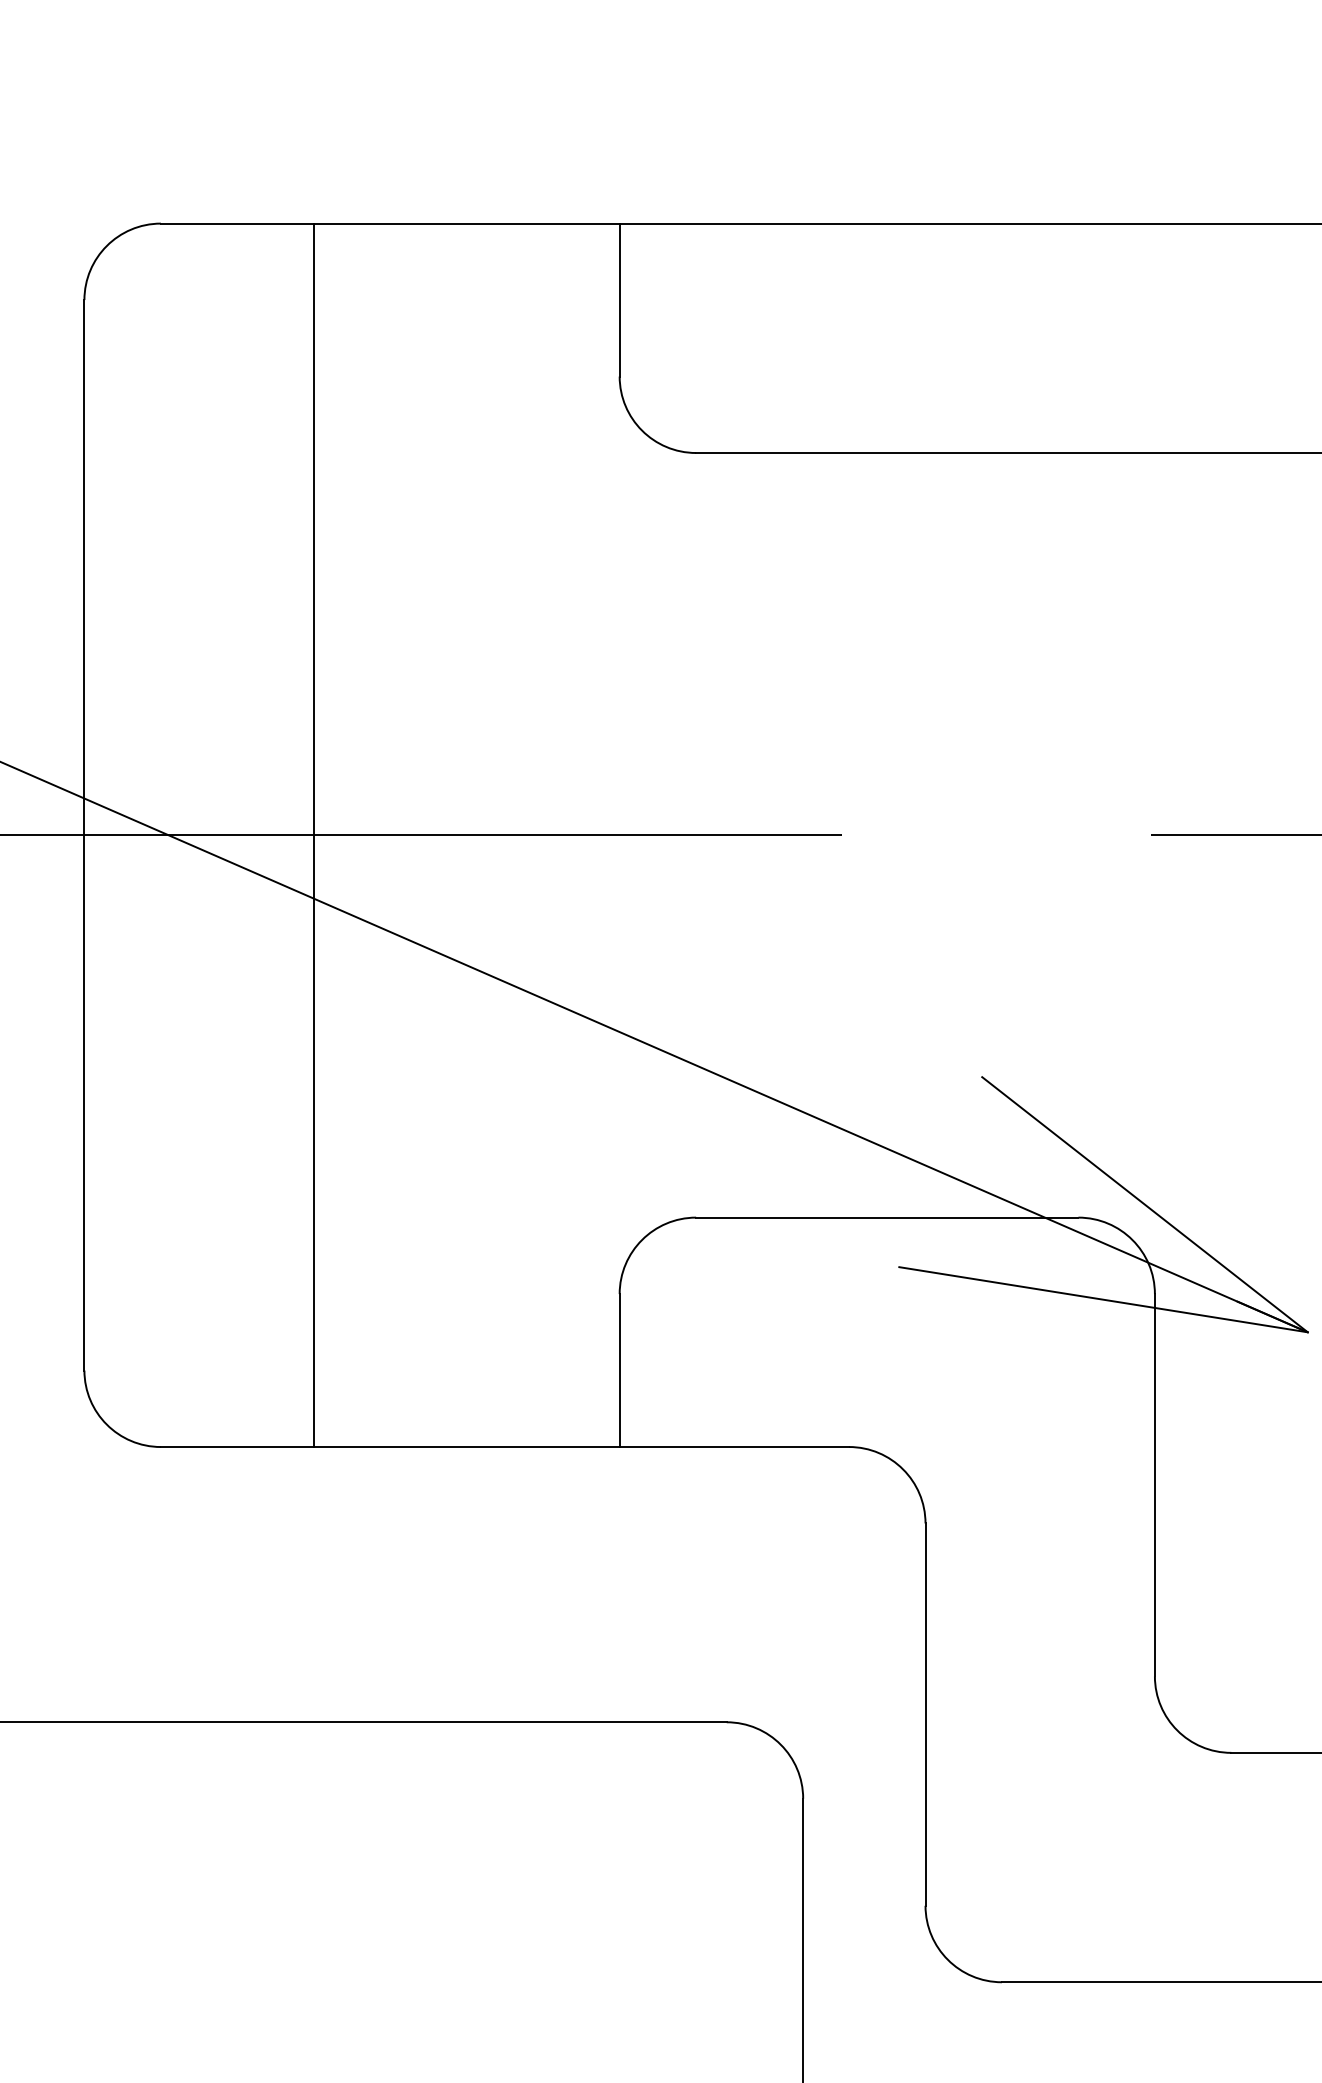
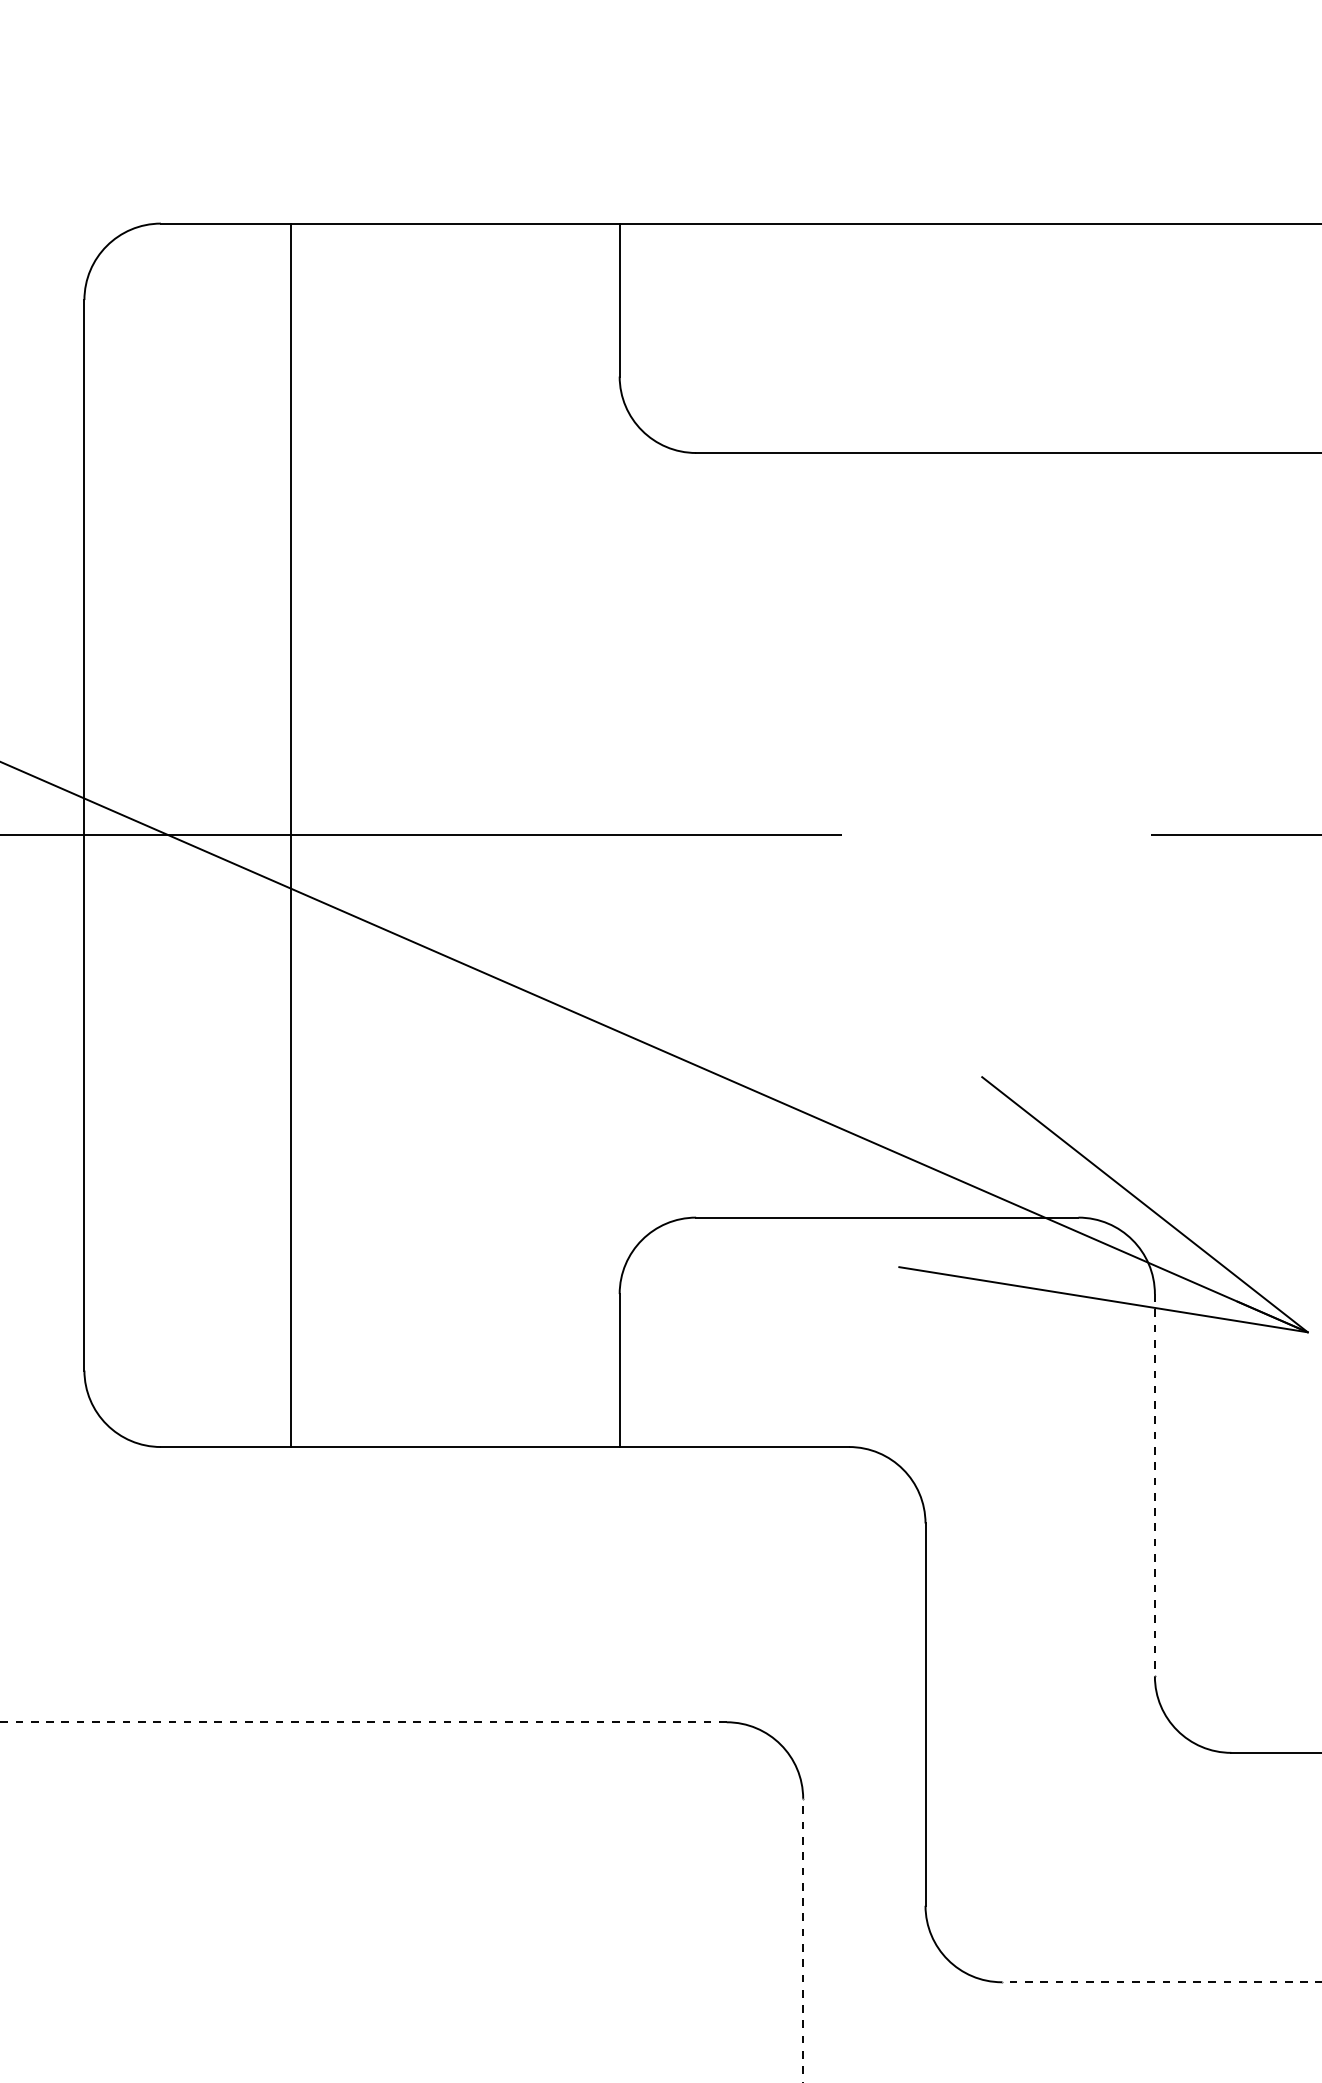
line at (313, 835) position: (313, 835) -> (290, 835)
line at (1154, 1485): solid -> dashed
line at (363, 1722): solid -> dashed
line at (803, 1940): solid -> dashed
line at (1161, 1982): solid -> dashed
